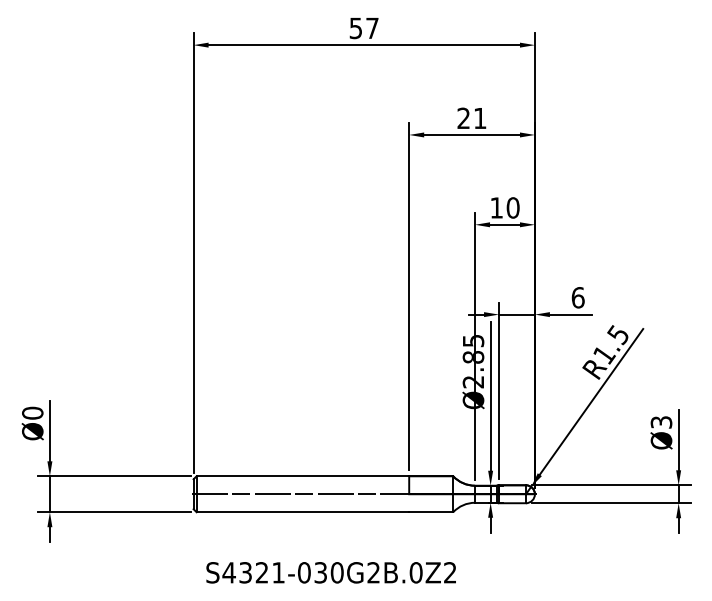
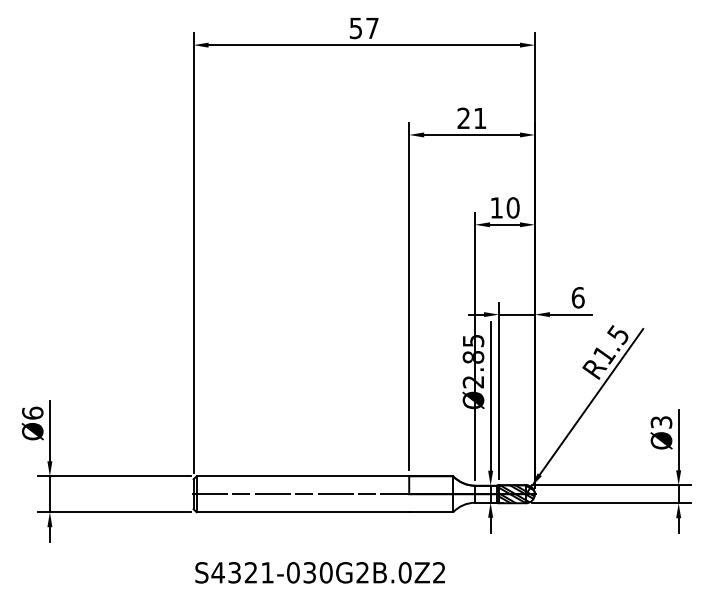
text at (32, 412): Ø0 -> Ø6
hatch at (516, 494): none -> present
text at (330, 572) position: (330, 572) -> (319, 572)
